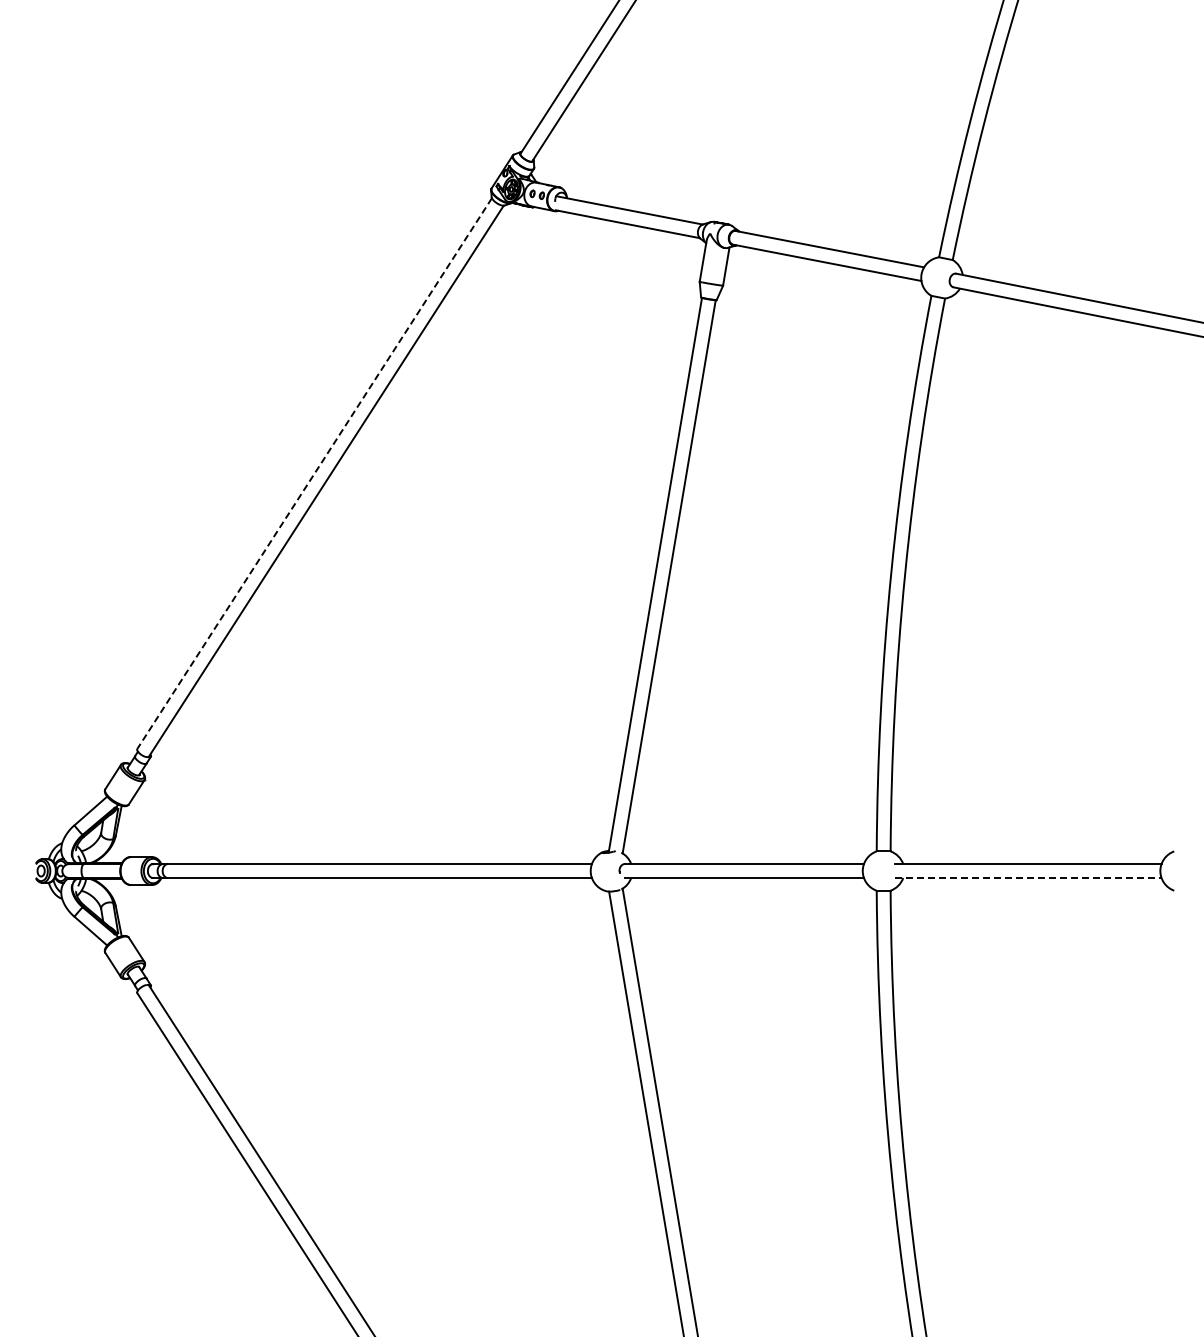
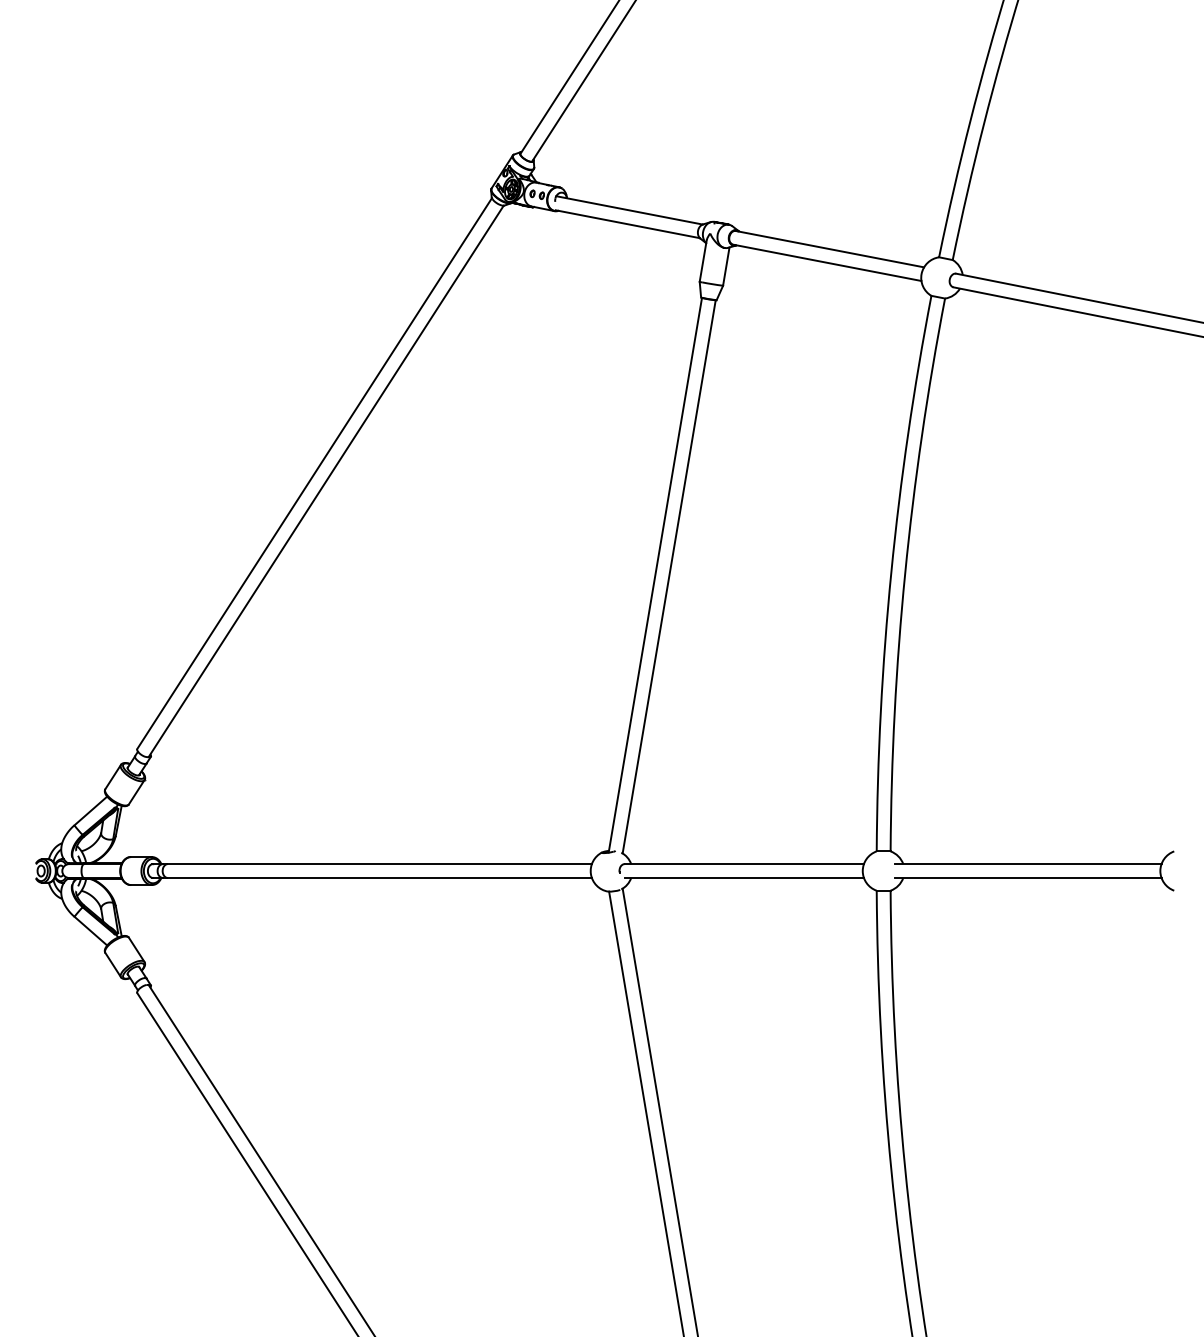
line at (314, 473): dashed -> solid
line at (1028, 878): dashed -> solid
